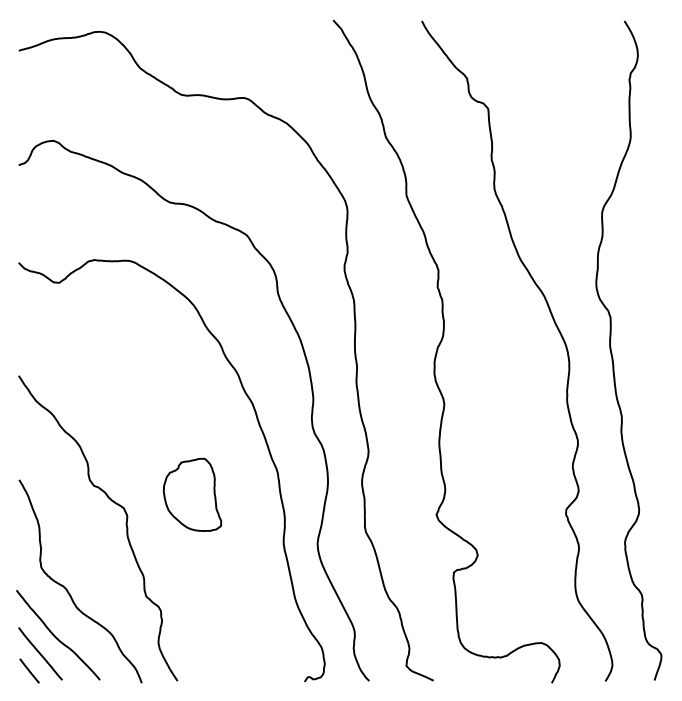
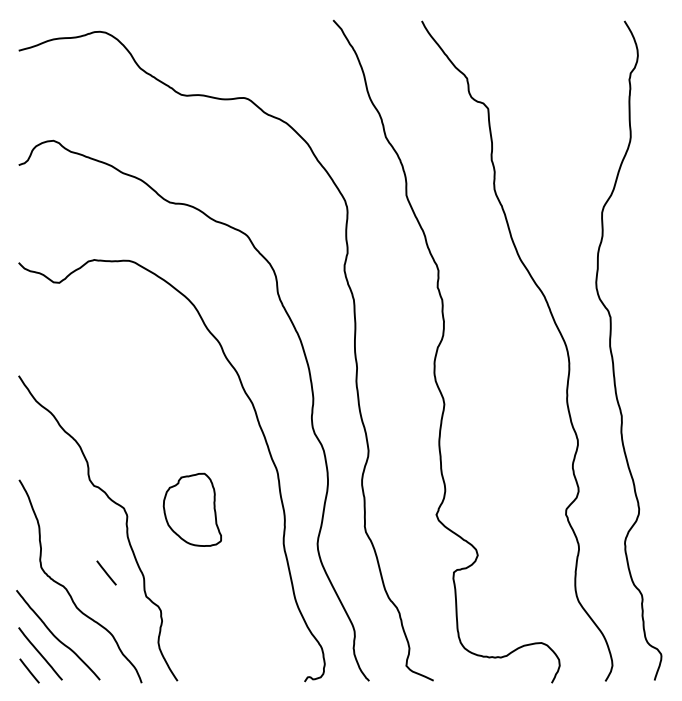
part at (191, 494) position: (191, 494) -> (191, 509)
line at (106, 572): none -> present
